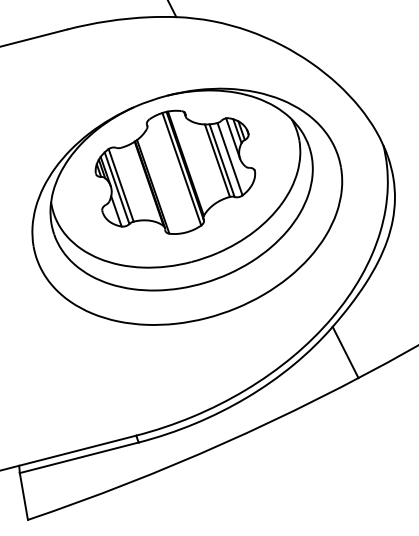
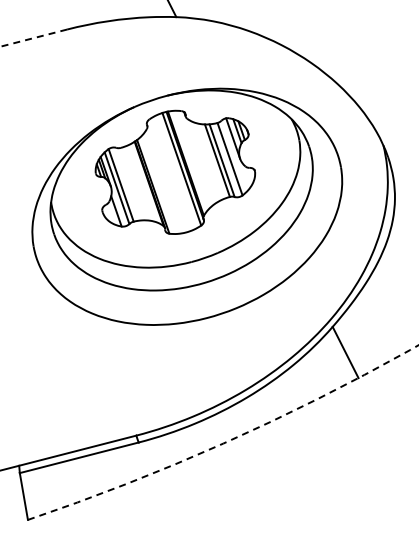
line at (33, 38): solid -> dashed
arc at (227, 441): solid -> dashed
